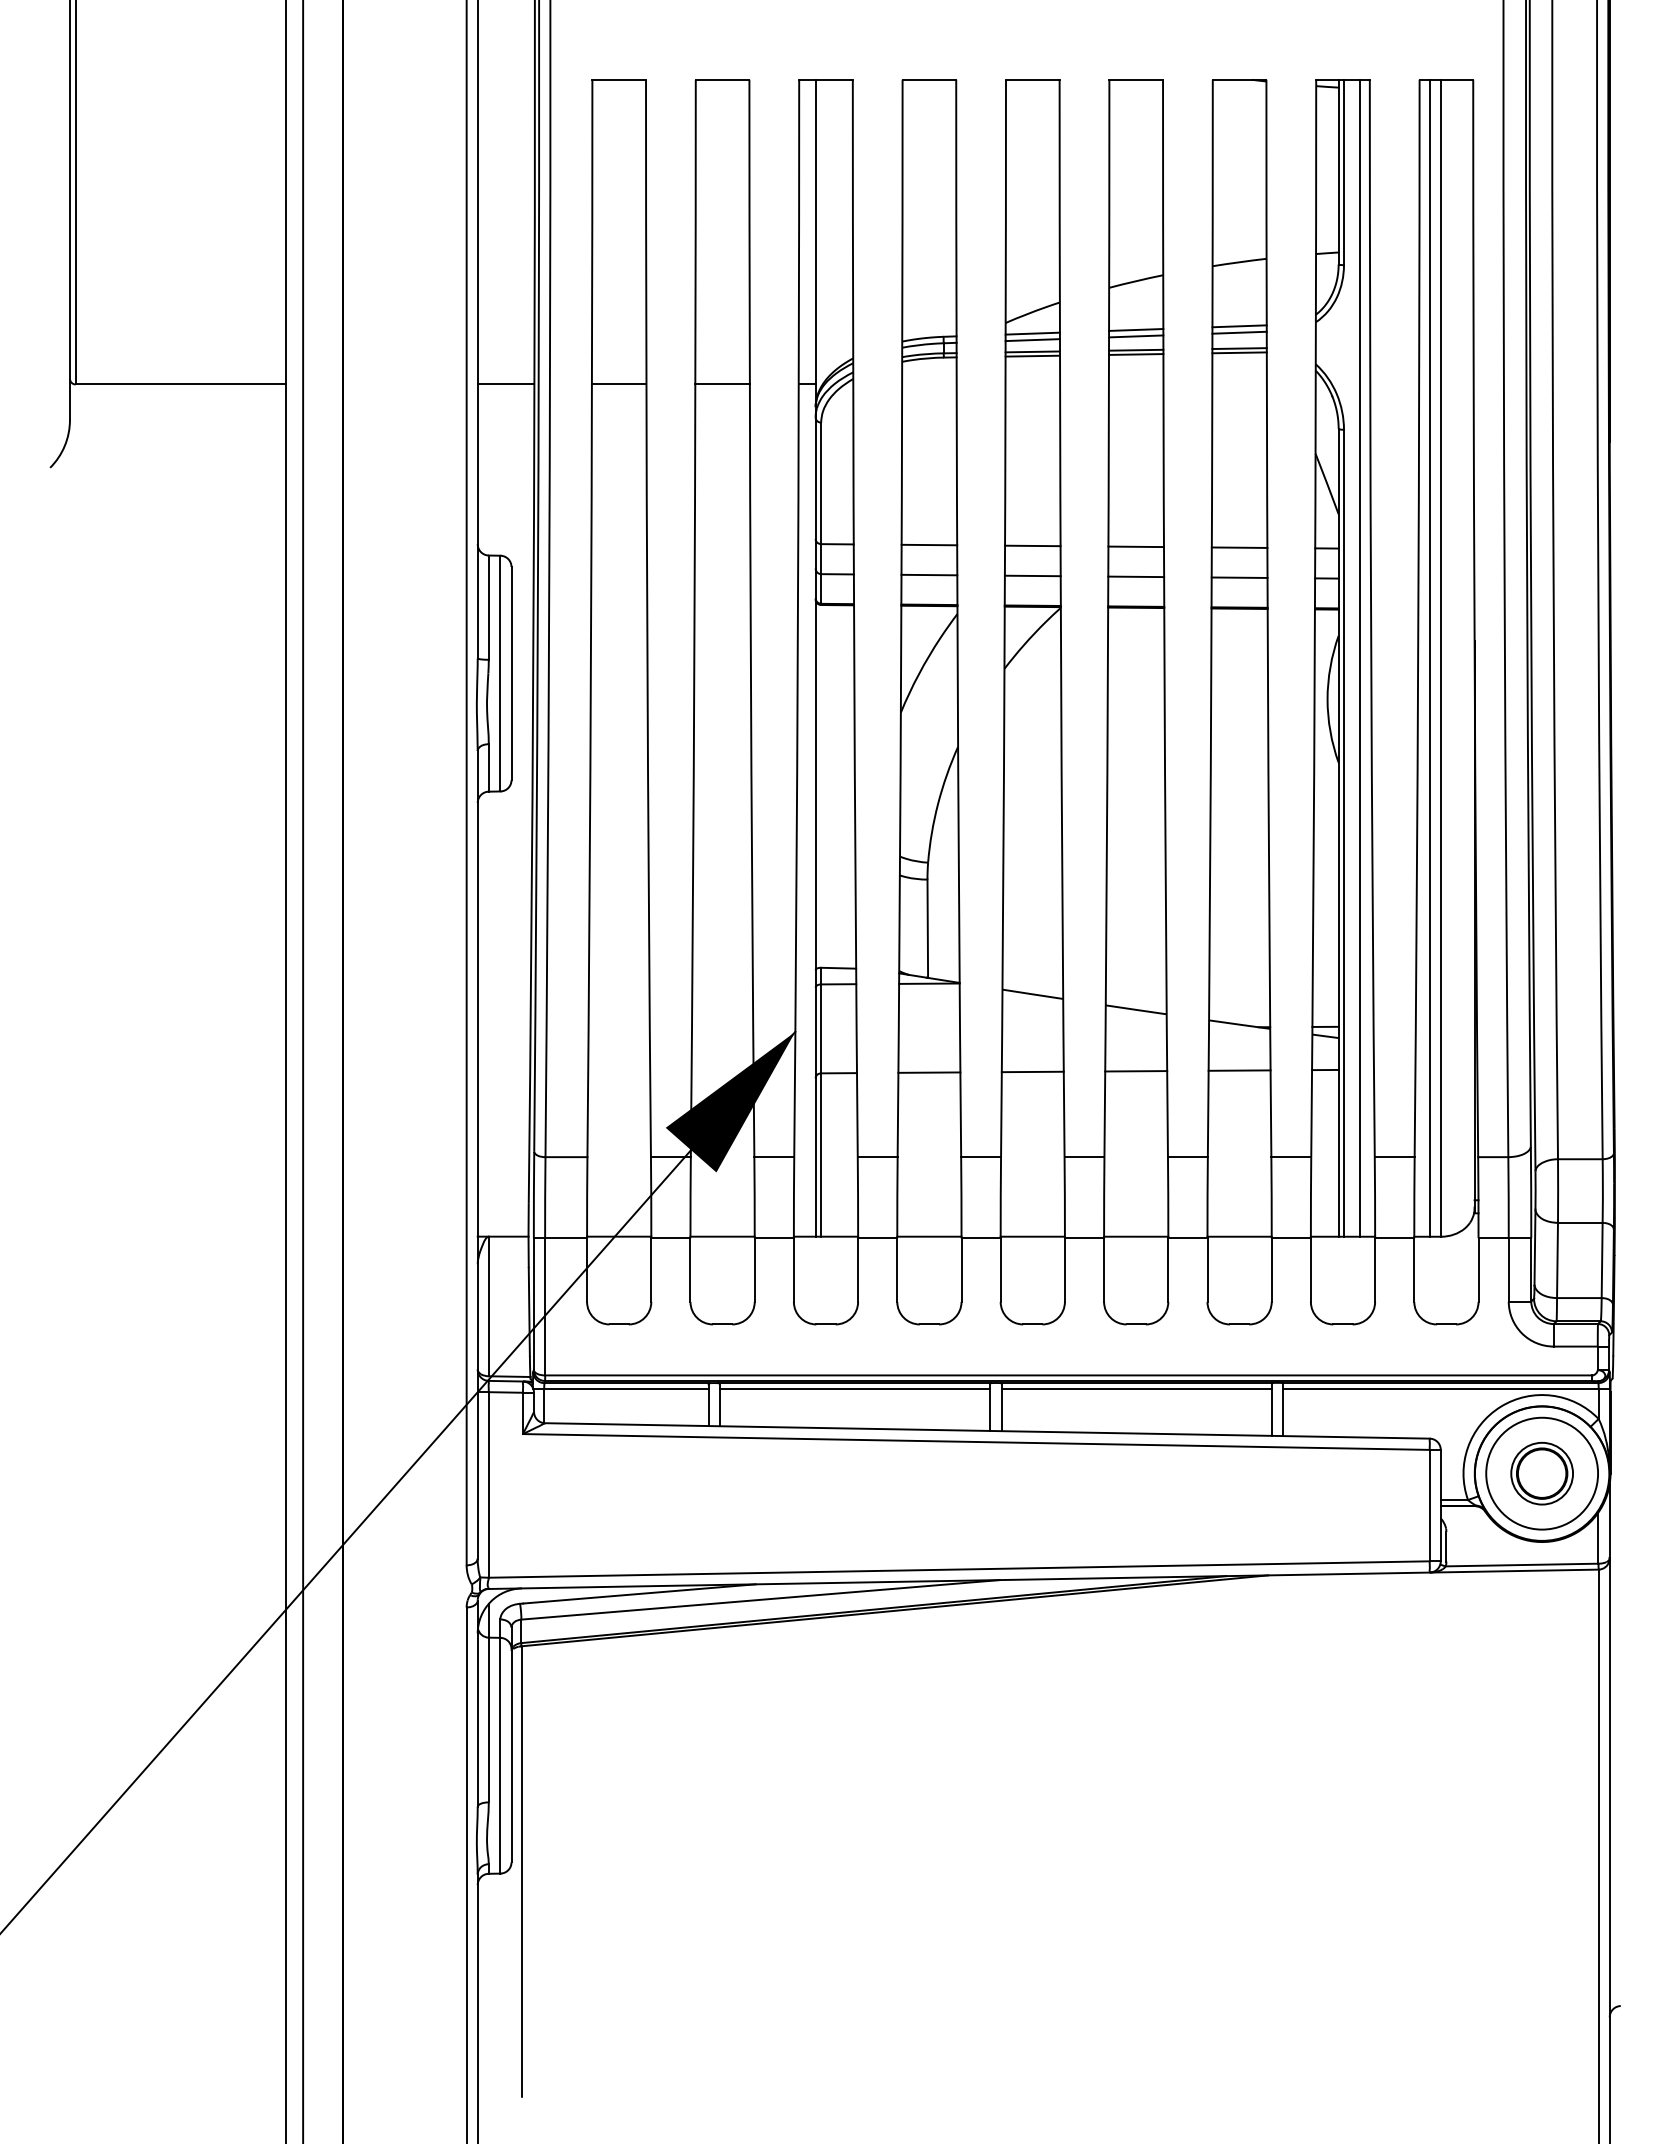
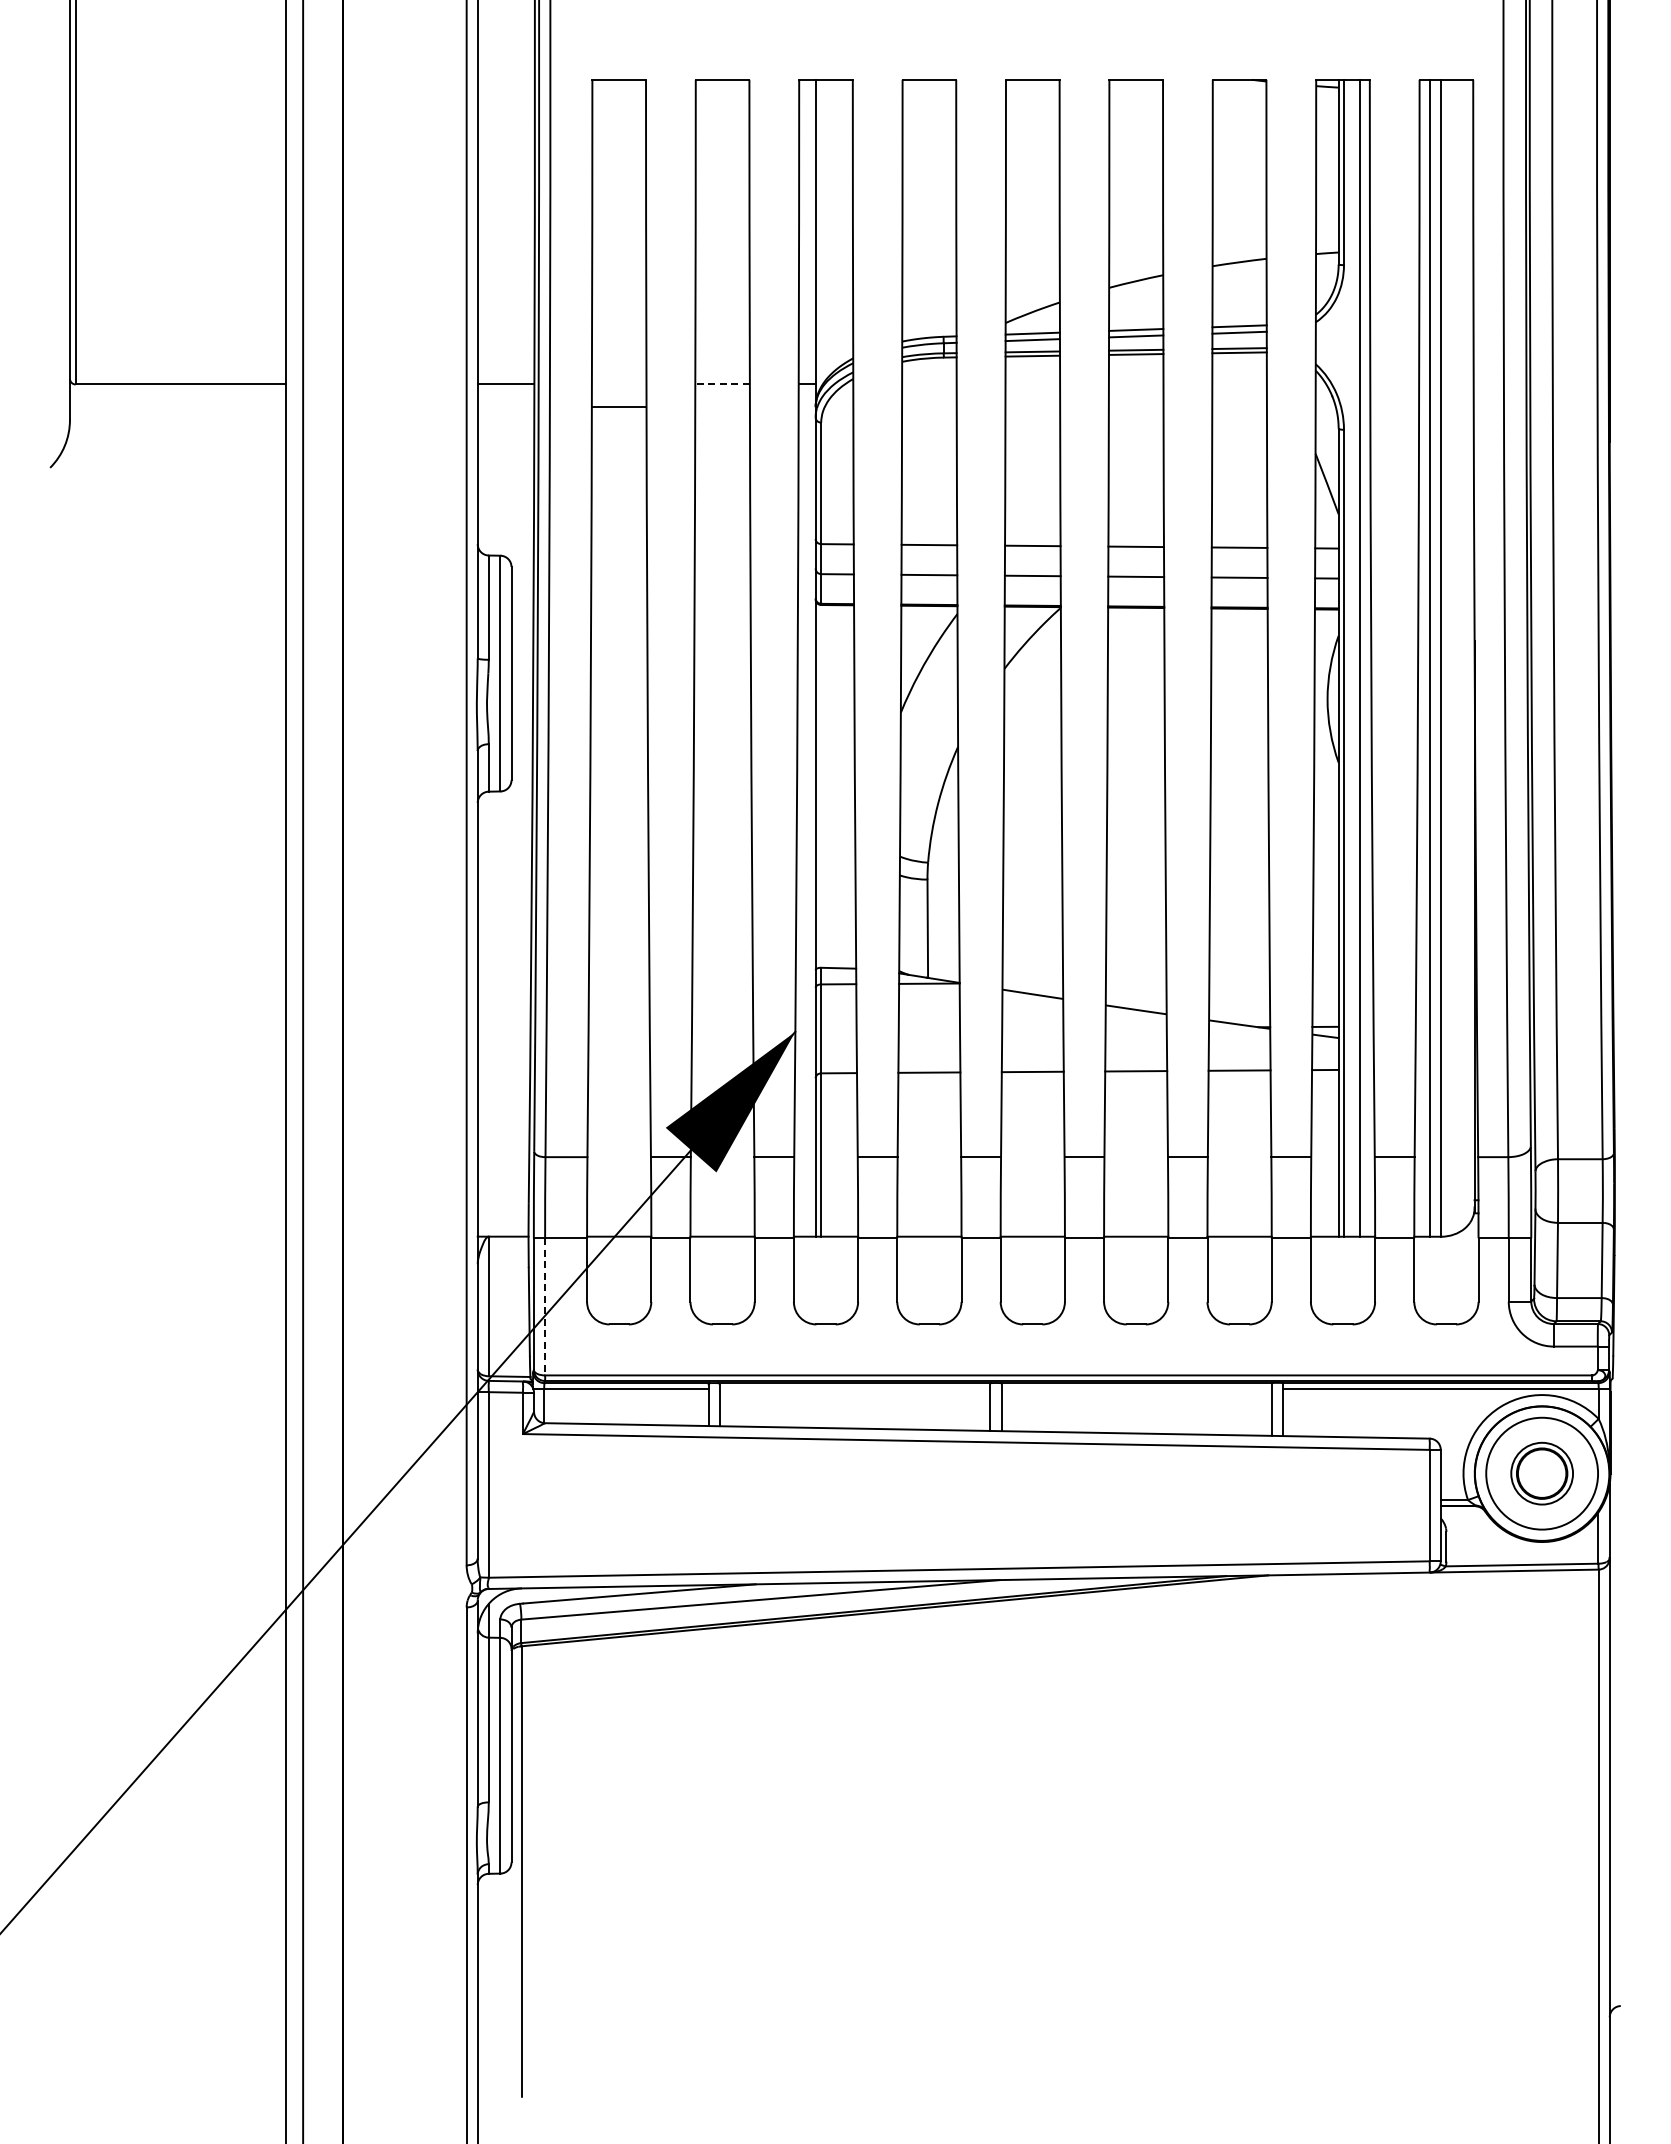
line at (618, 384) position: (618, 384) -> (618, 407)
line at (722, 384): solid -> dashed
line at (545, 1306): solid -> dashed
line at (854, 1388): present -> none
line at (1136, 1388): present -> none
